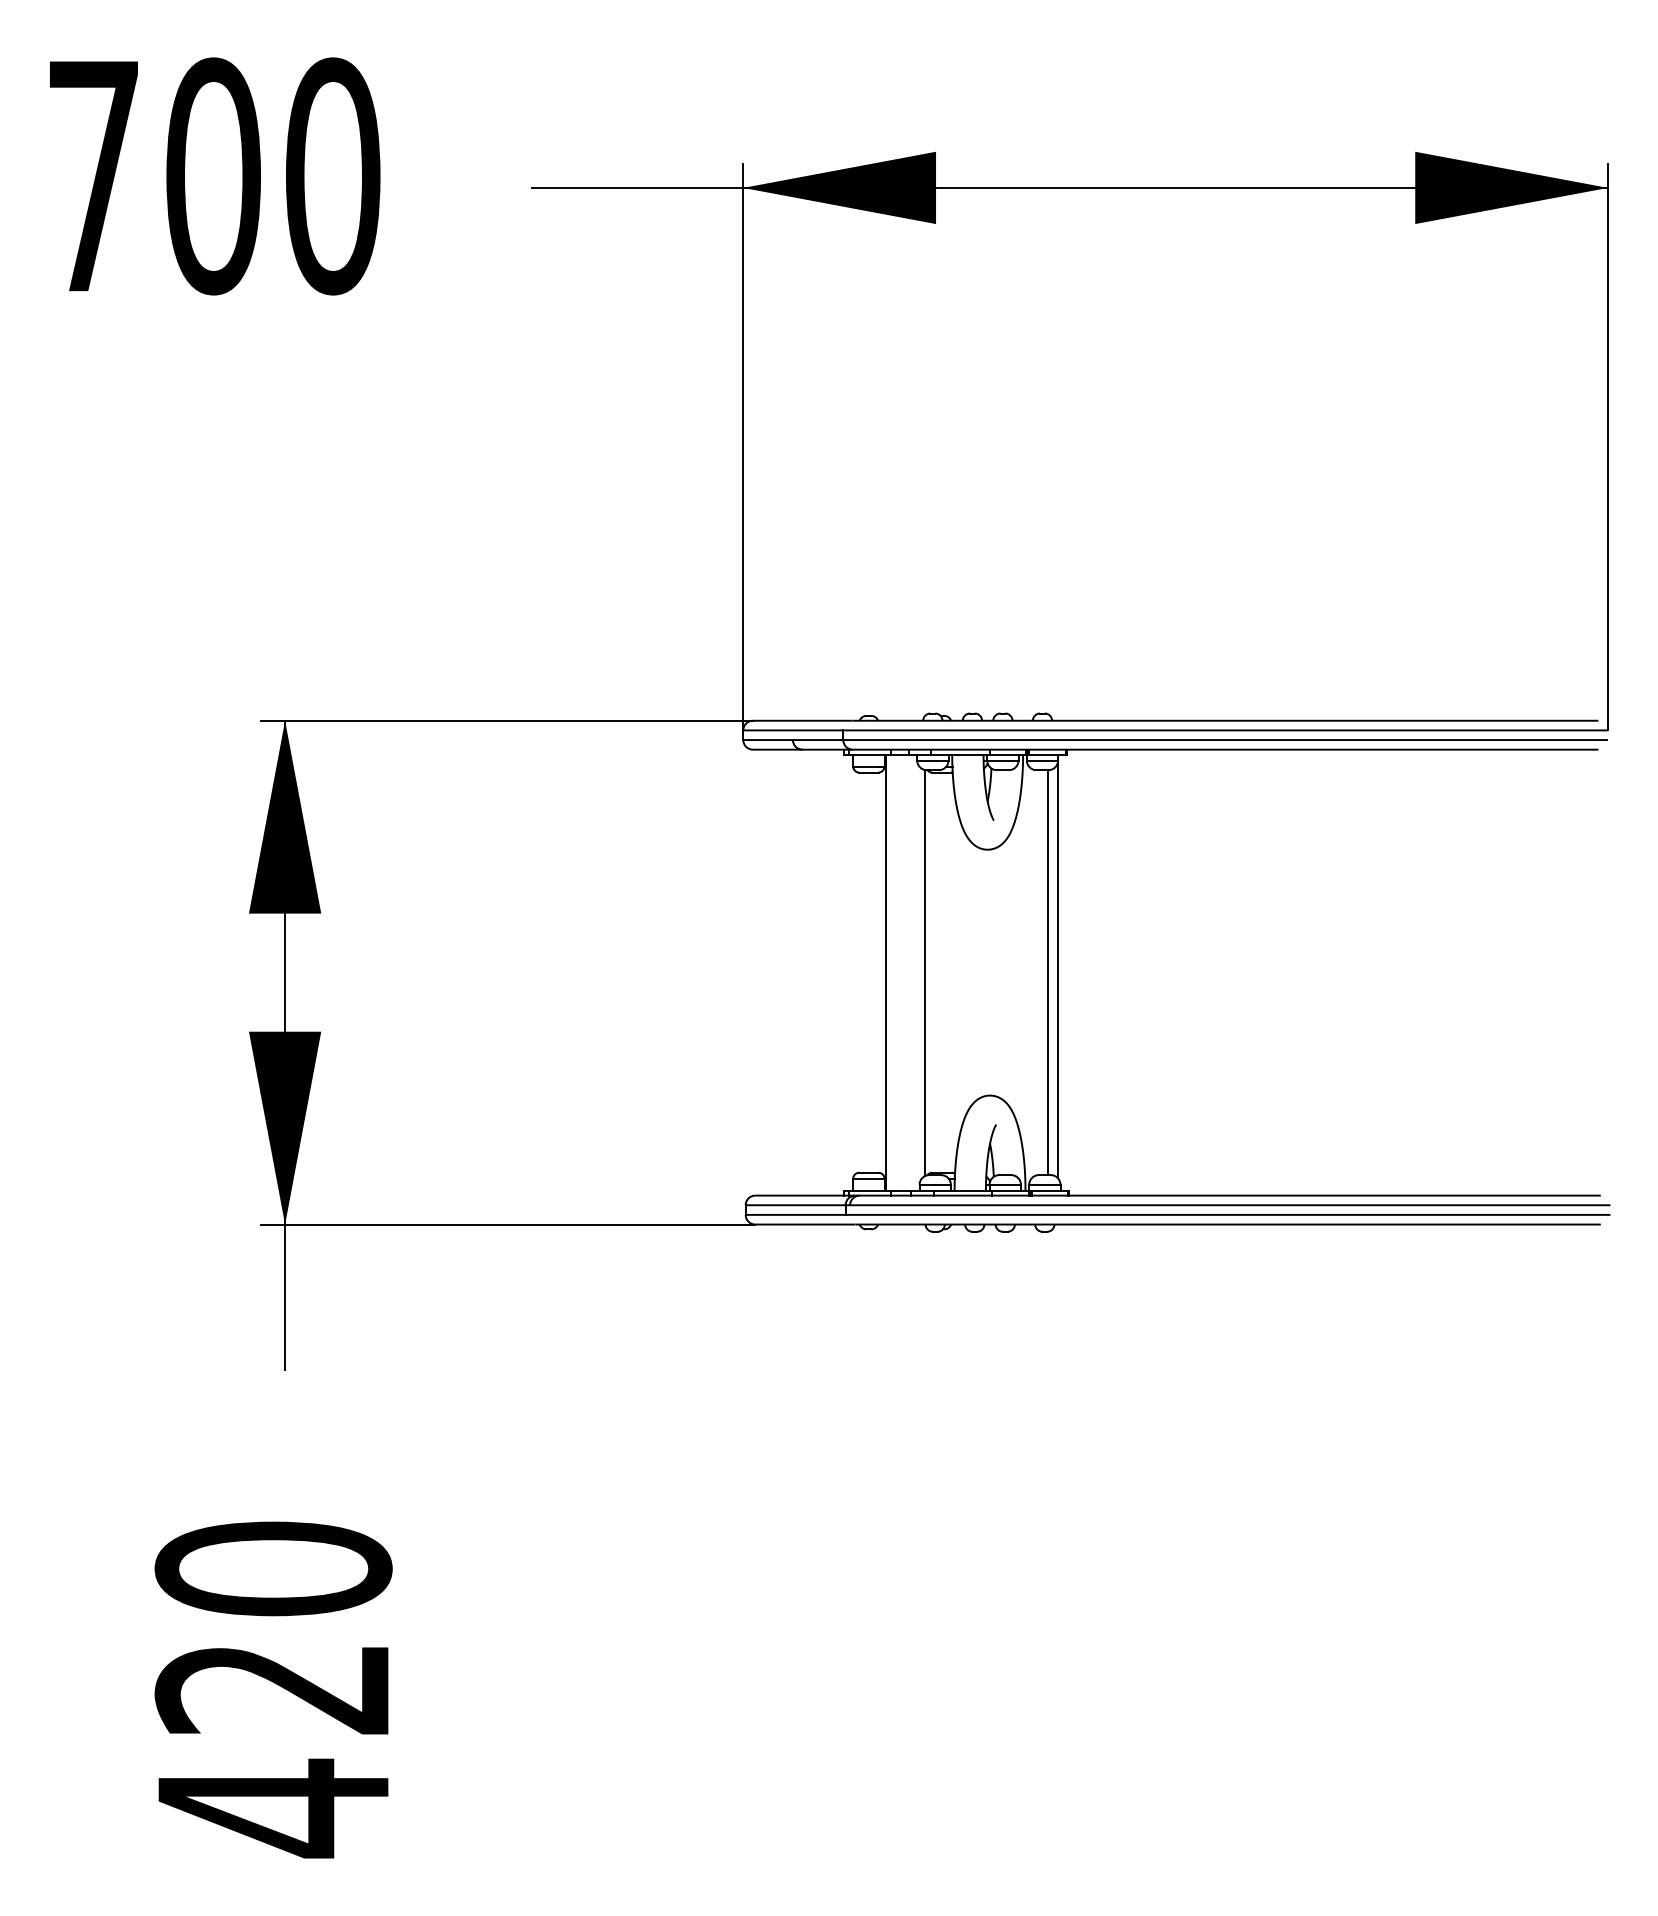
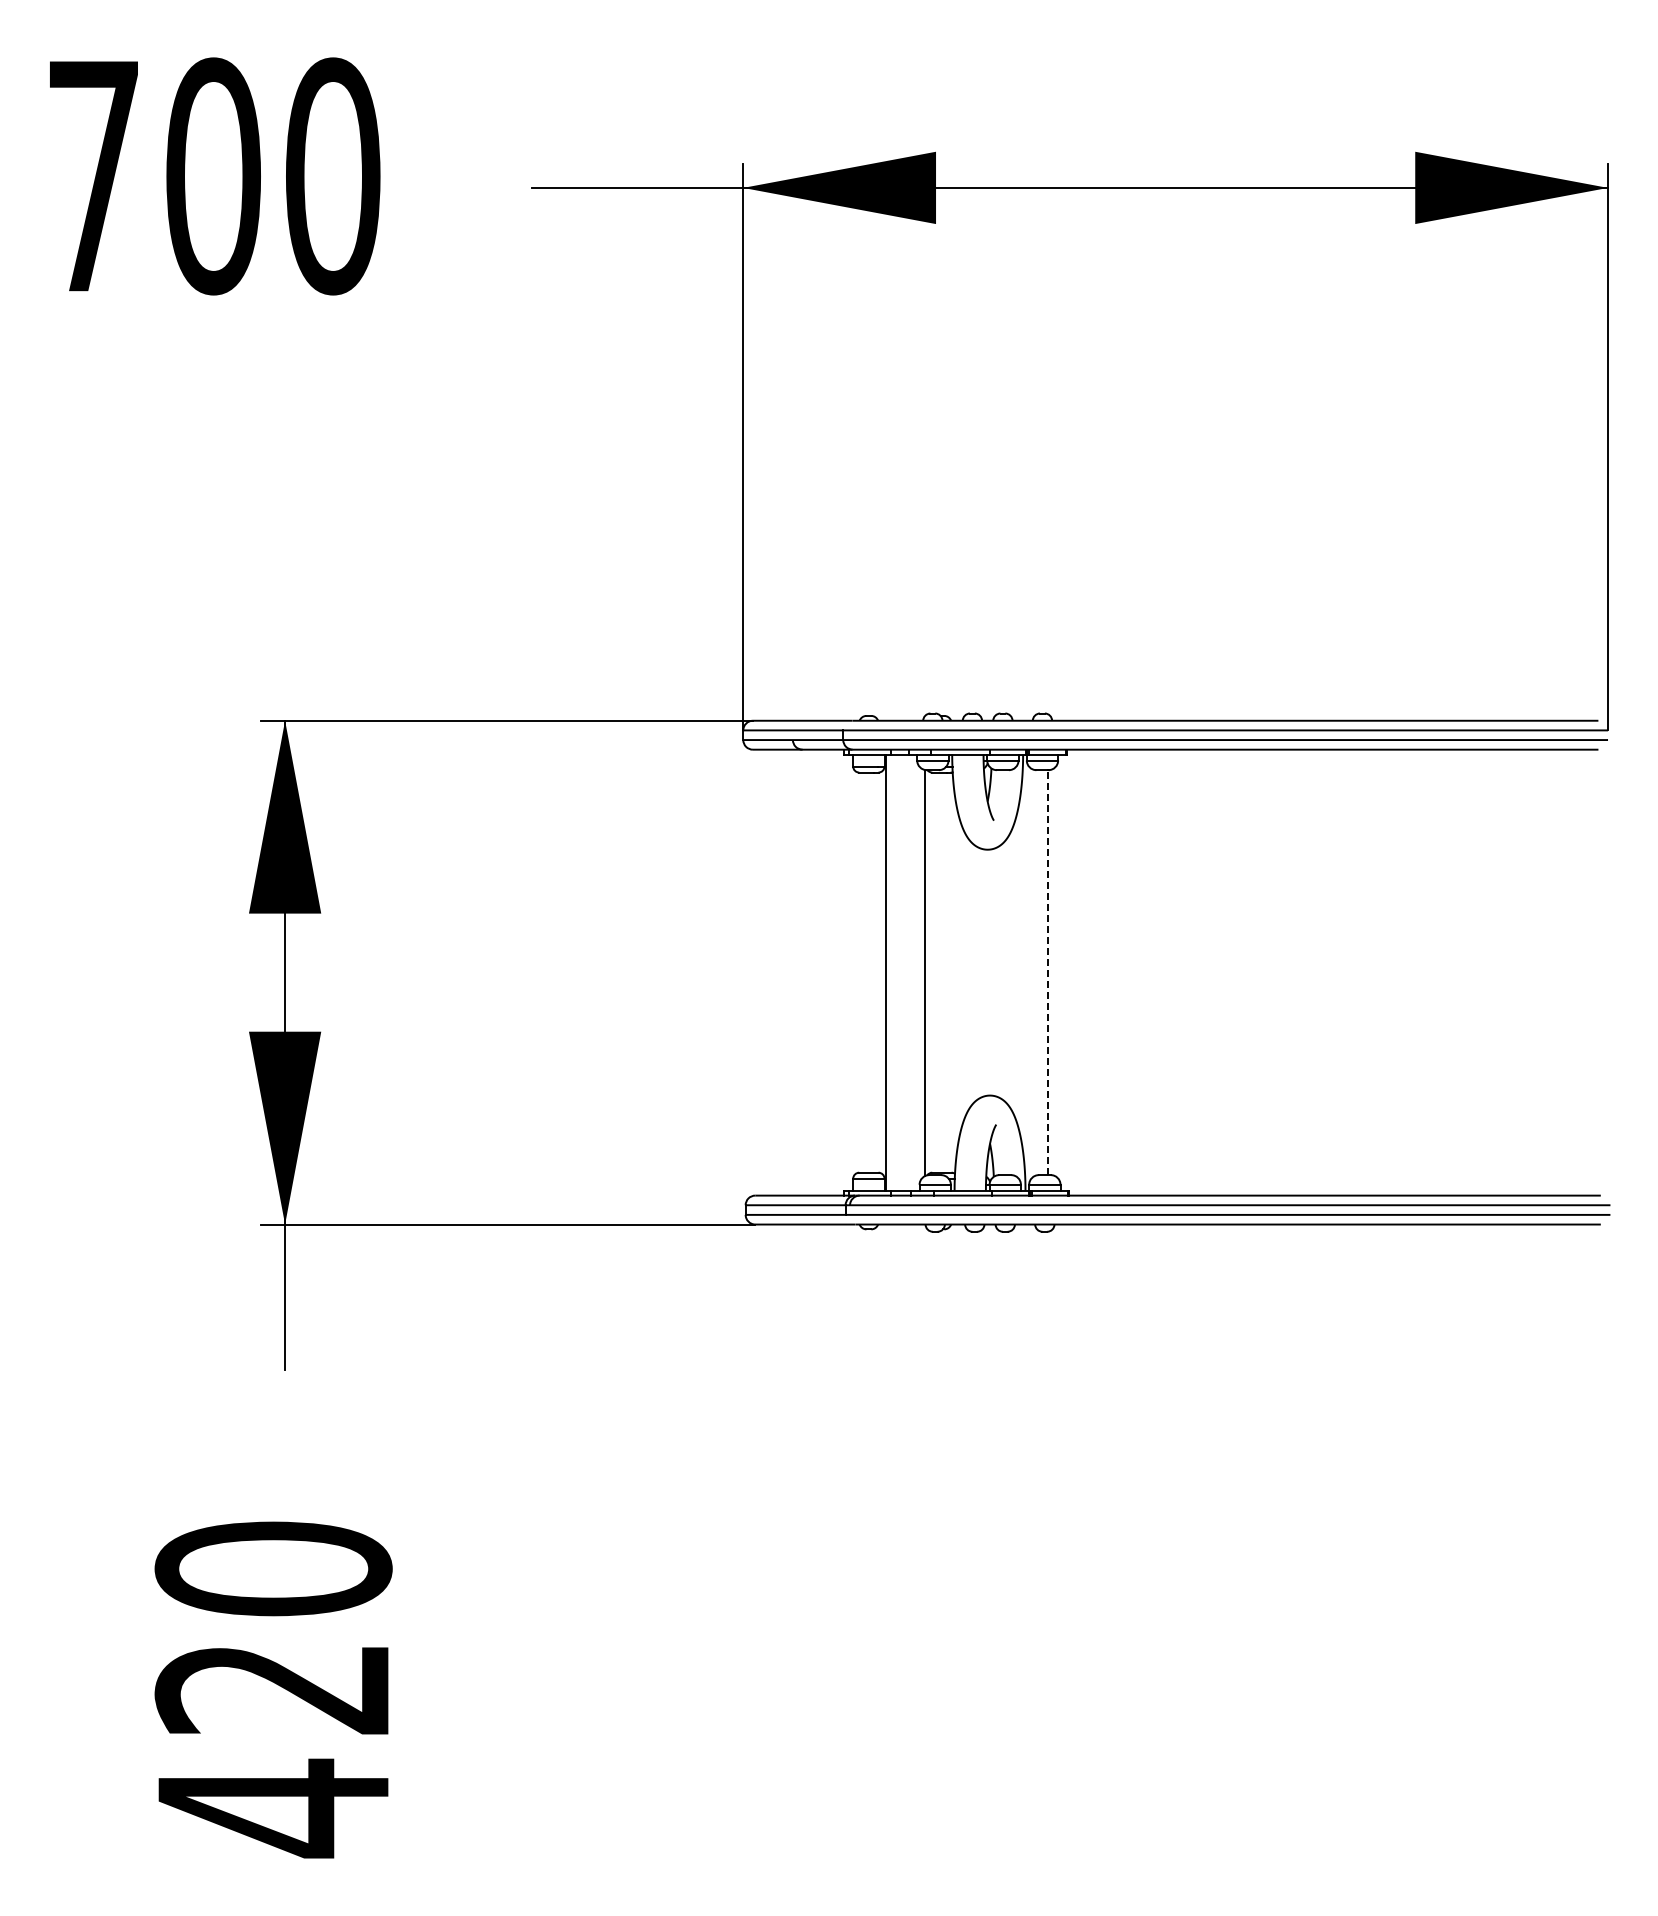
line at (1057, 970): present -> none
line at (1048, 972): solid -> dashed
